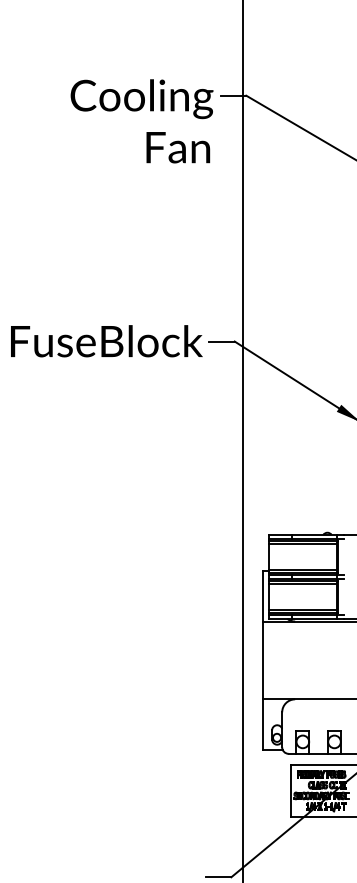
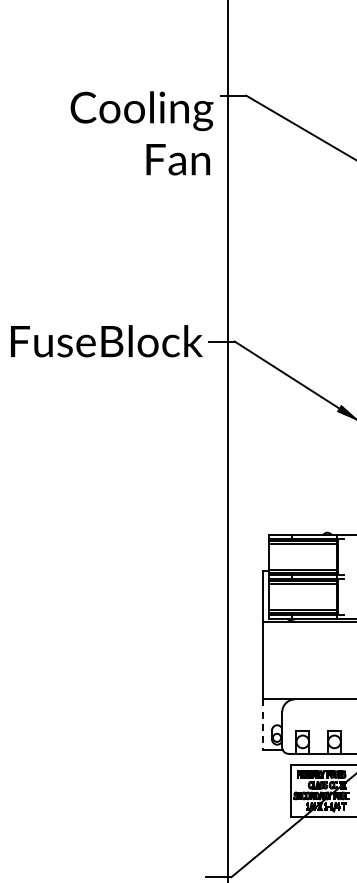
text at (141, 121) position: (141, 121) -> (141, 133)
line at (242, 440) position: (242, 440) -> (227, 440)
line at (262, 724): solid -> dashed
